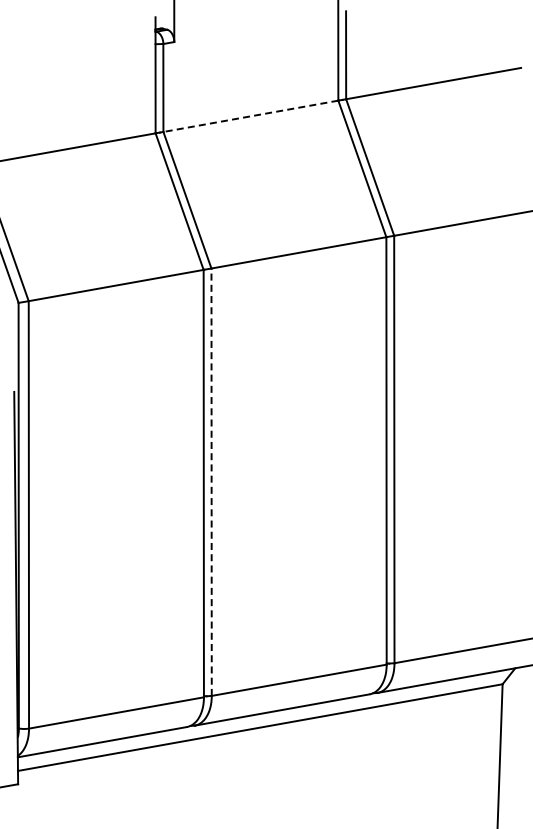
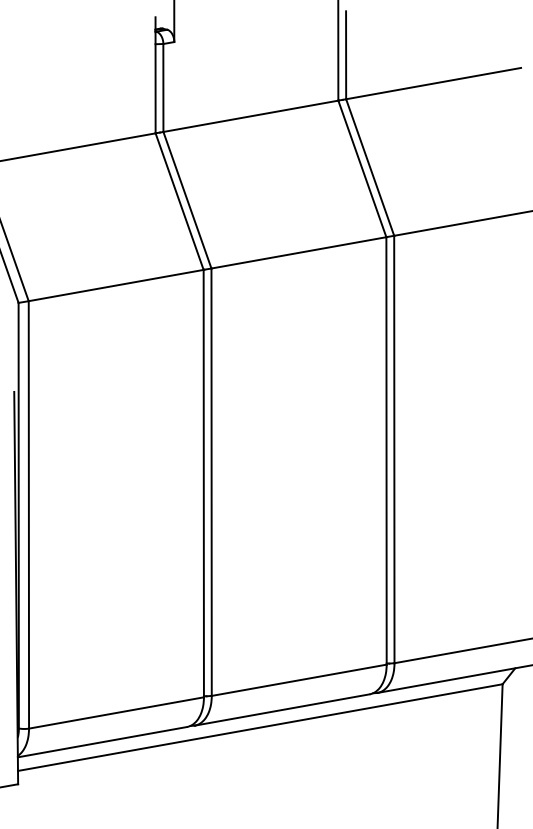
line at (250, 116): dashed -> solid
line at (211, 482): dashed -> solid
